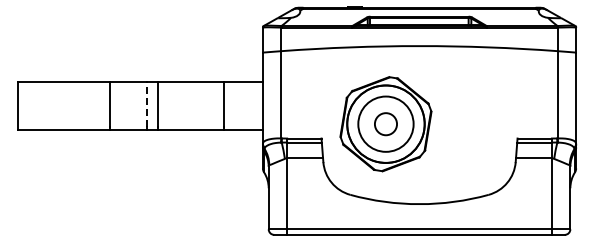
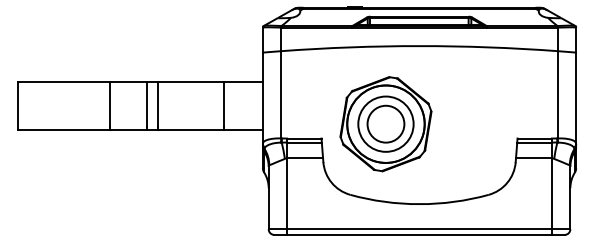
line at (146, 103): dashed -> solid
circle at (385, 124) diameter: 22 px -> 37 px
